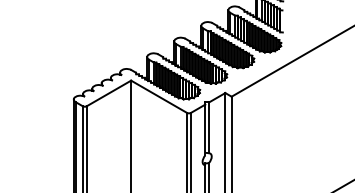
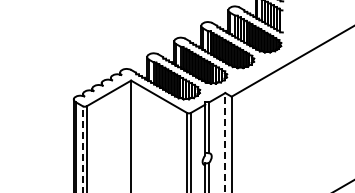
line at (225, 142): solid -> dashed
line at (82, 149): solid -> dashed
